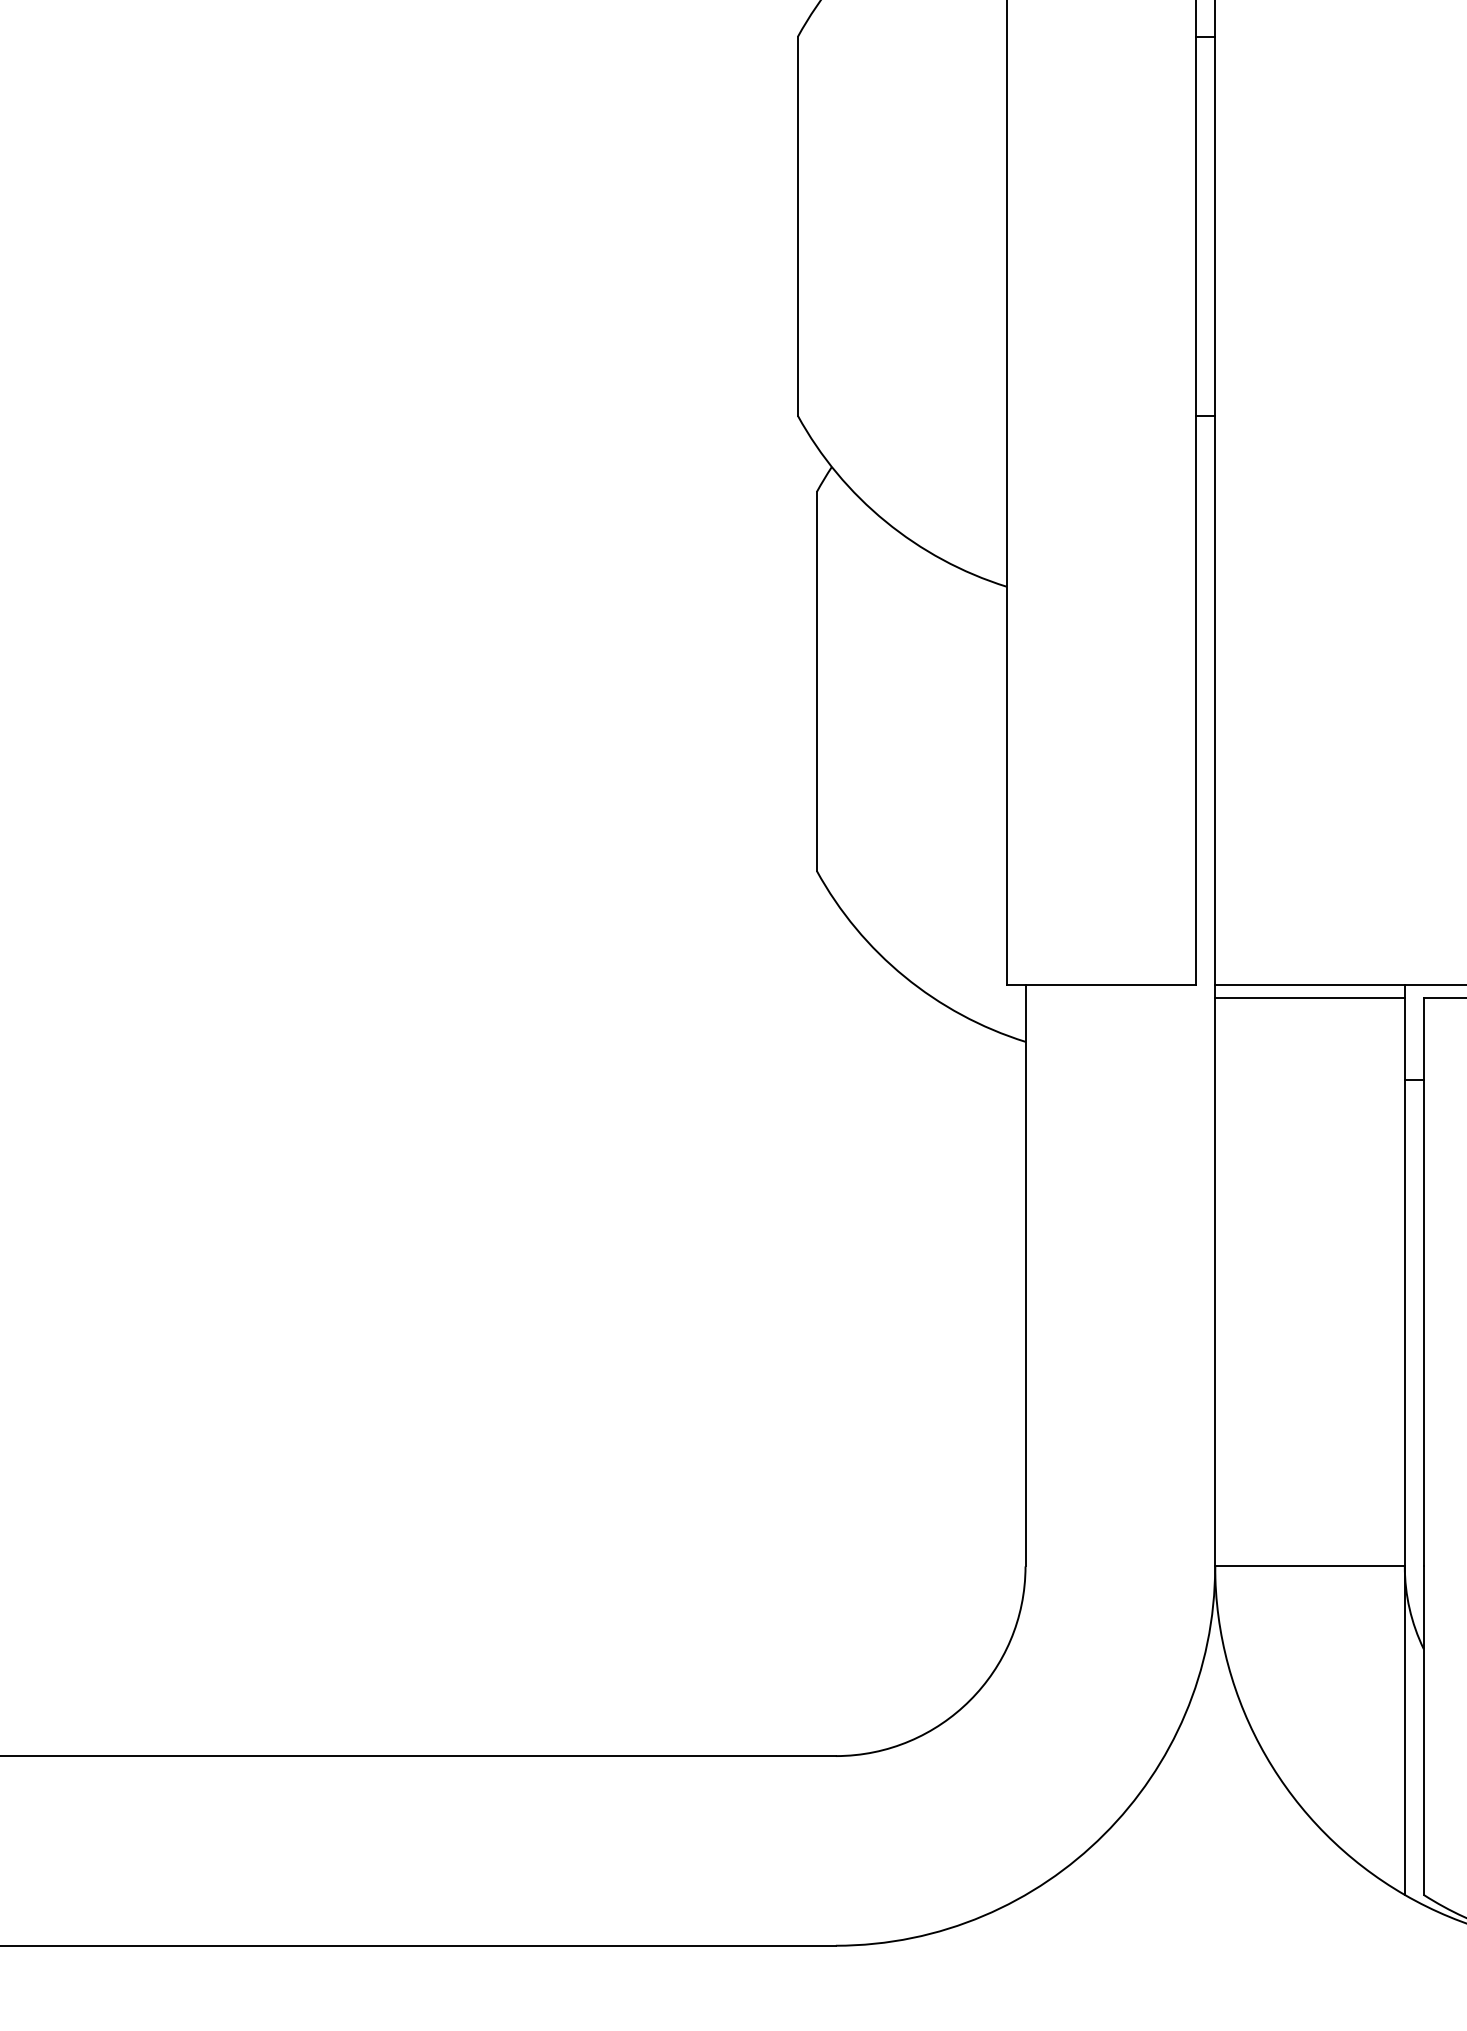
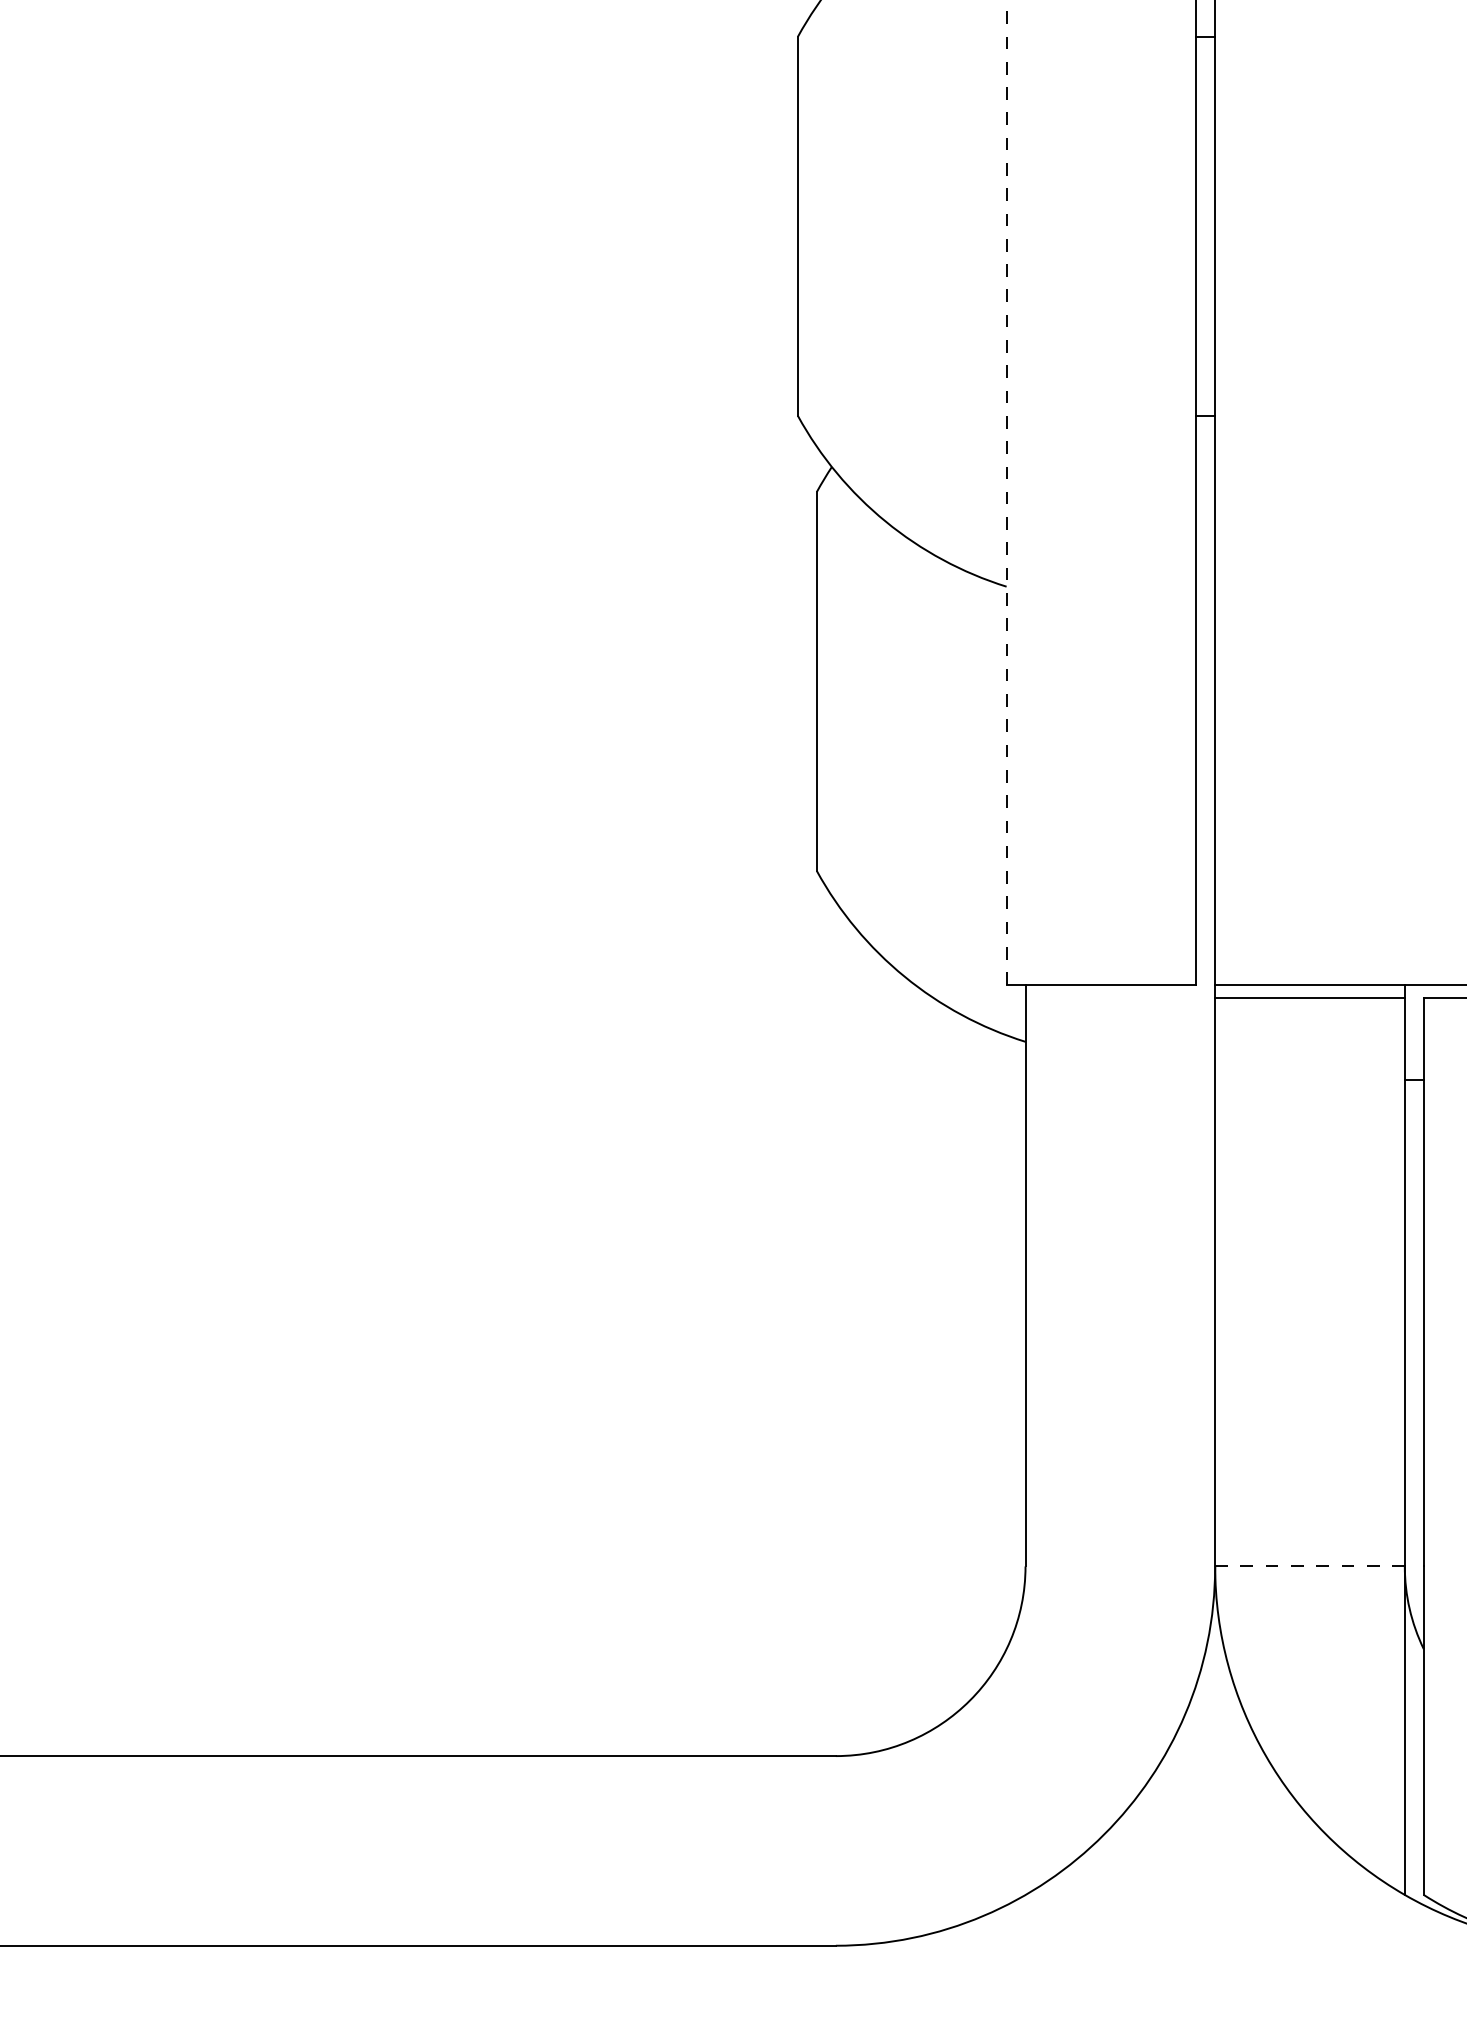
line at (1006, 493): solid -> dashed
line at (1310, 1566): solid -> dashed
